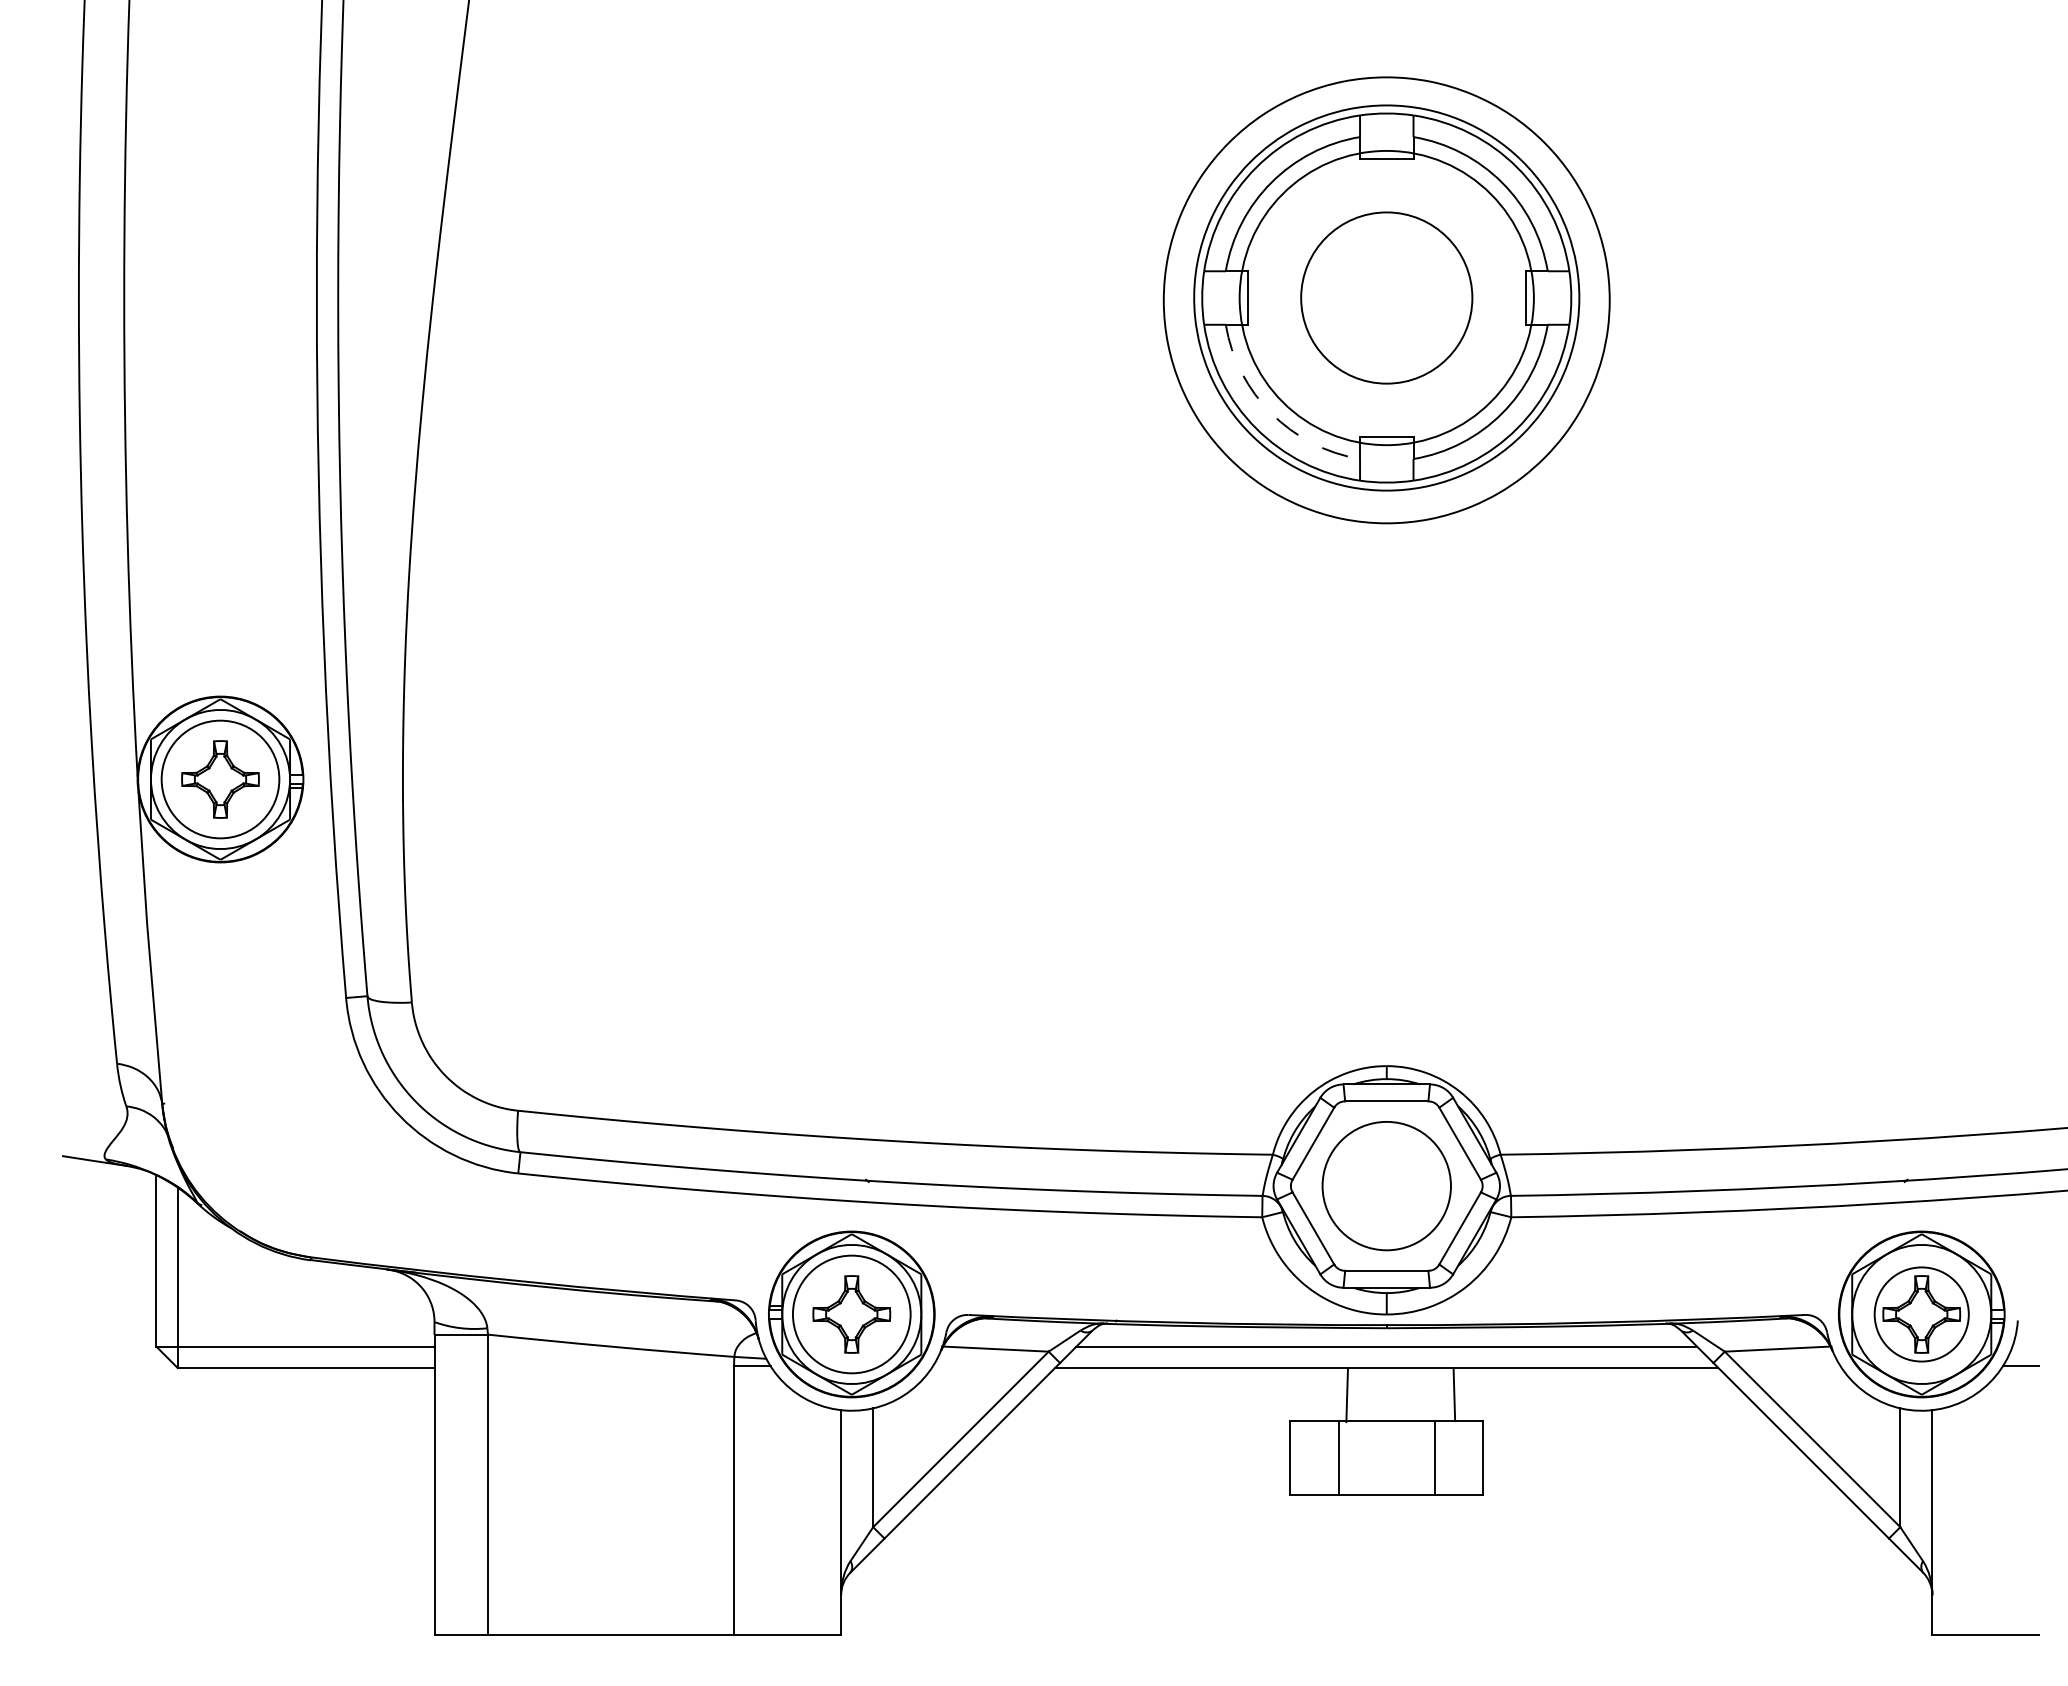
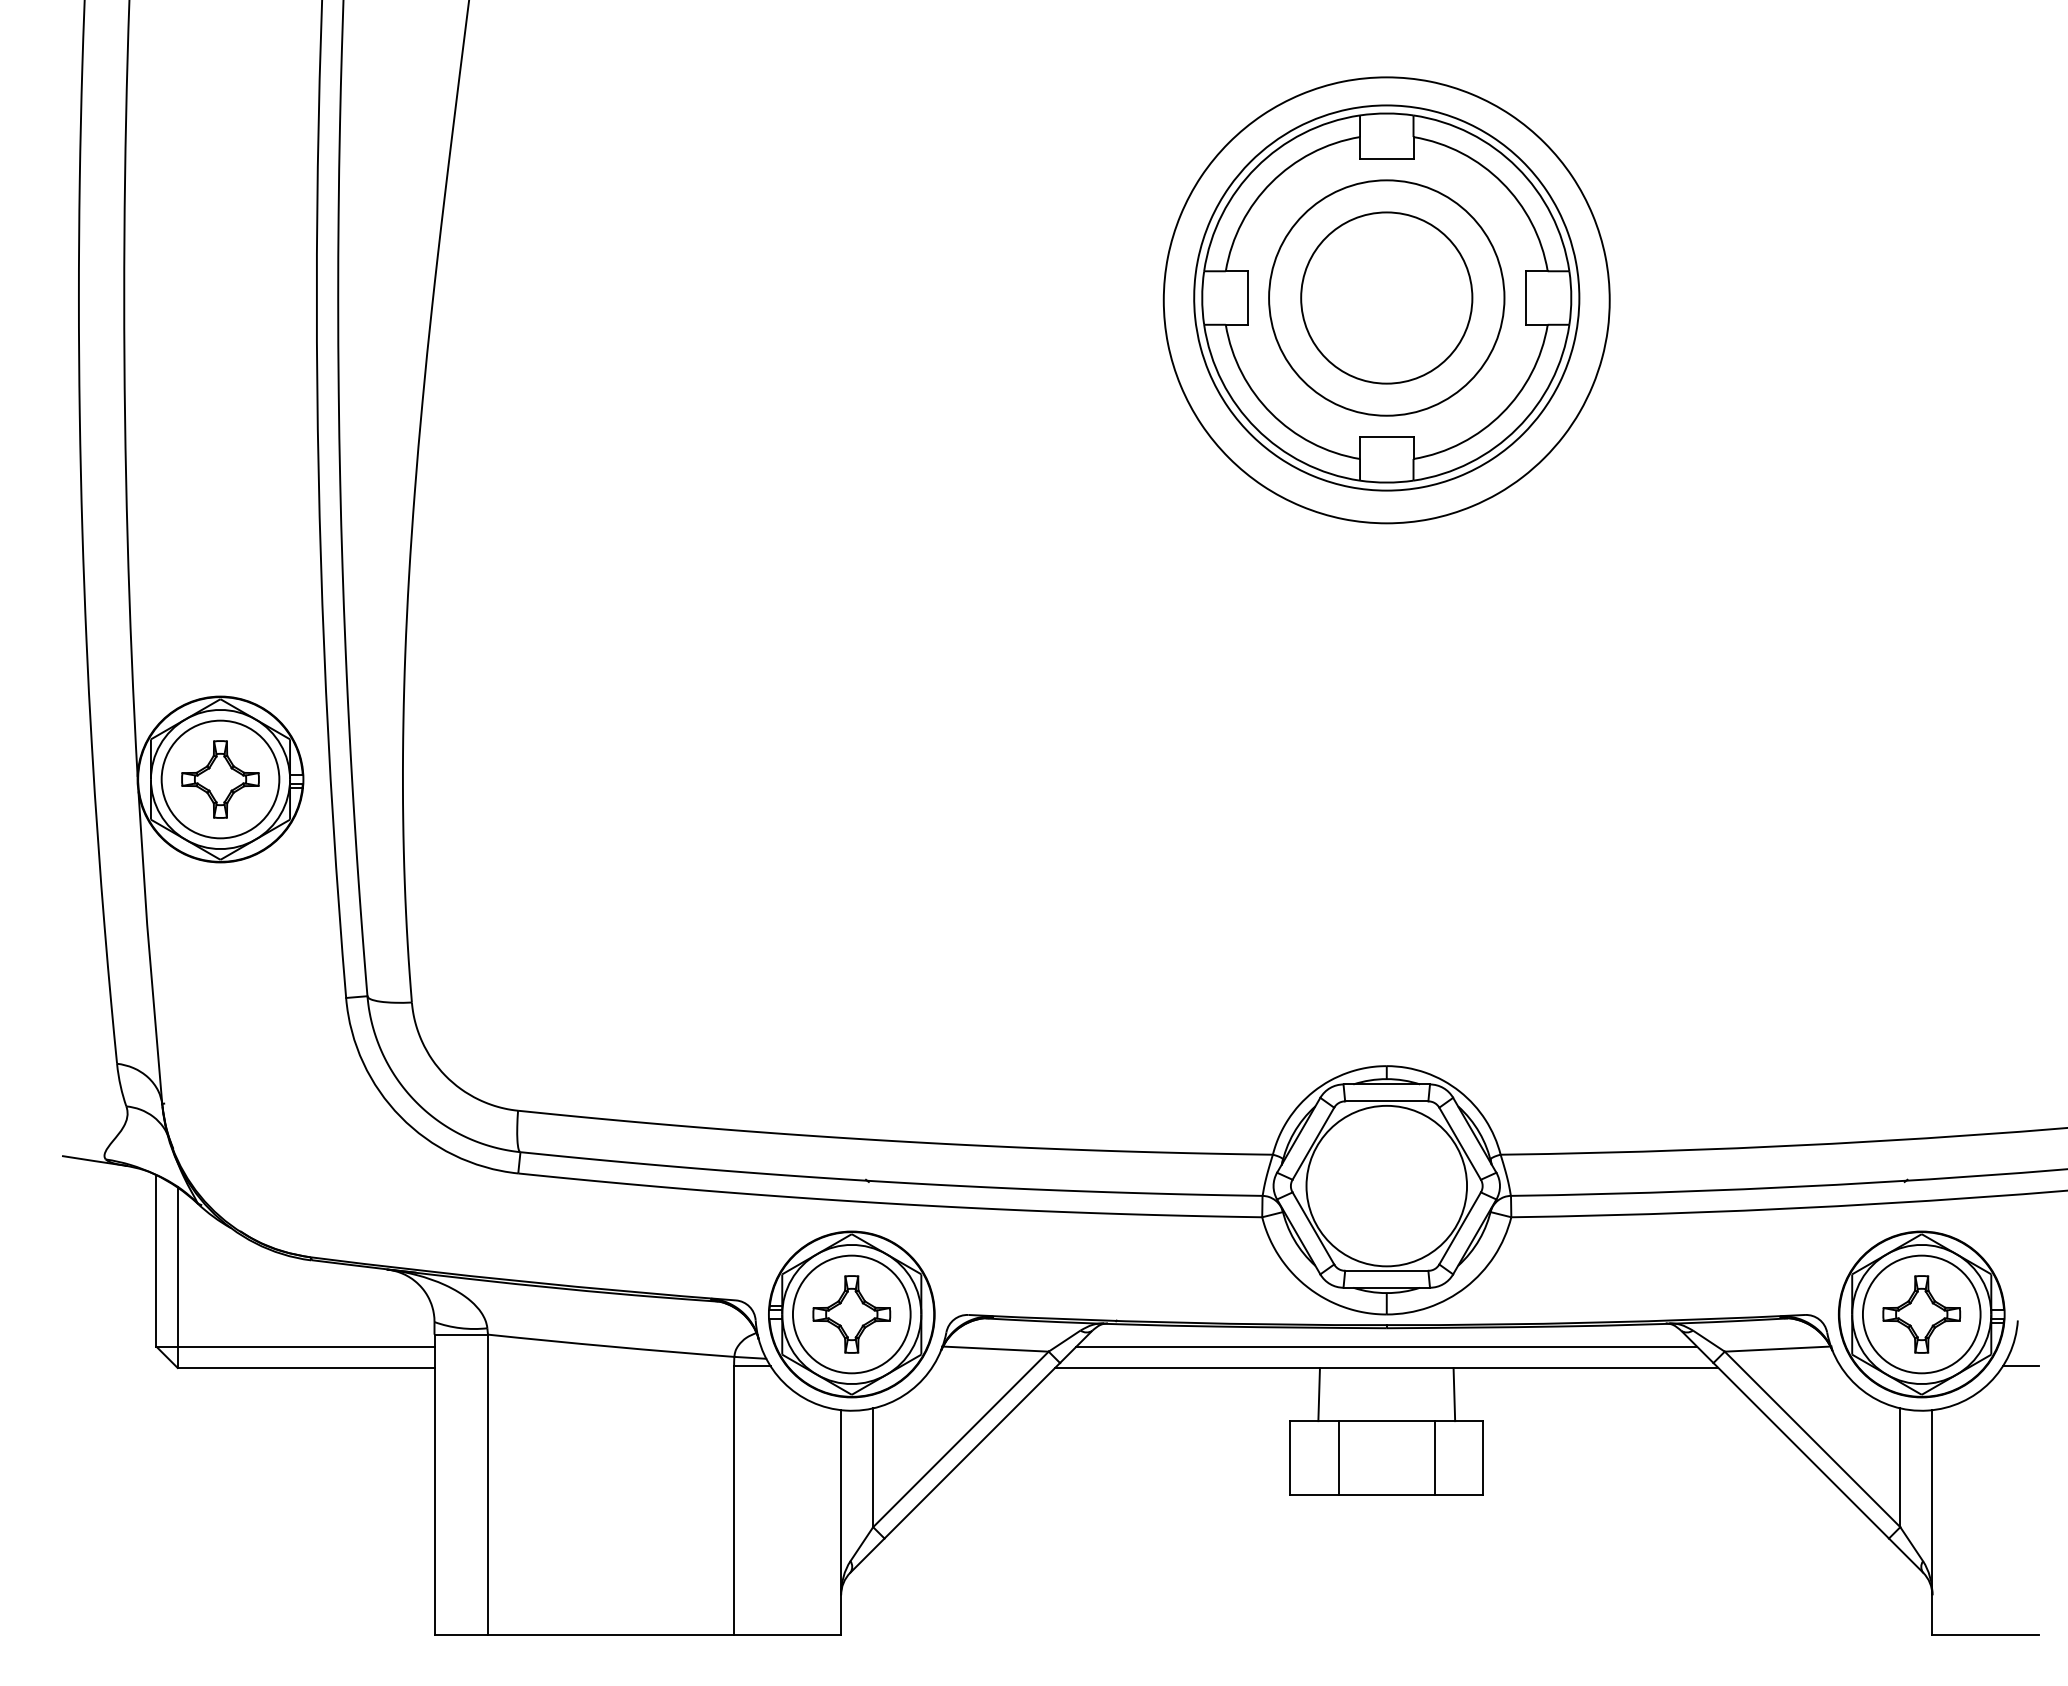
circle at (1386, 297) diameter: 294 px -> 235 px
arc at (1271, 413): dashed -> solid
circle at (1386, 1185) diameter: 128 px -> 161 px
circle at (1921, 1314) diameter: 94 px -> 118 px
line at (1346, 1395) position: (1346, 1395) -> (1318, 1394)
